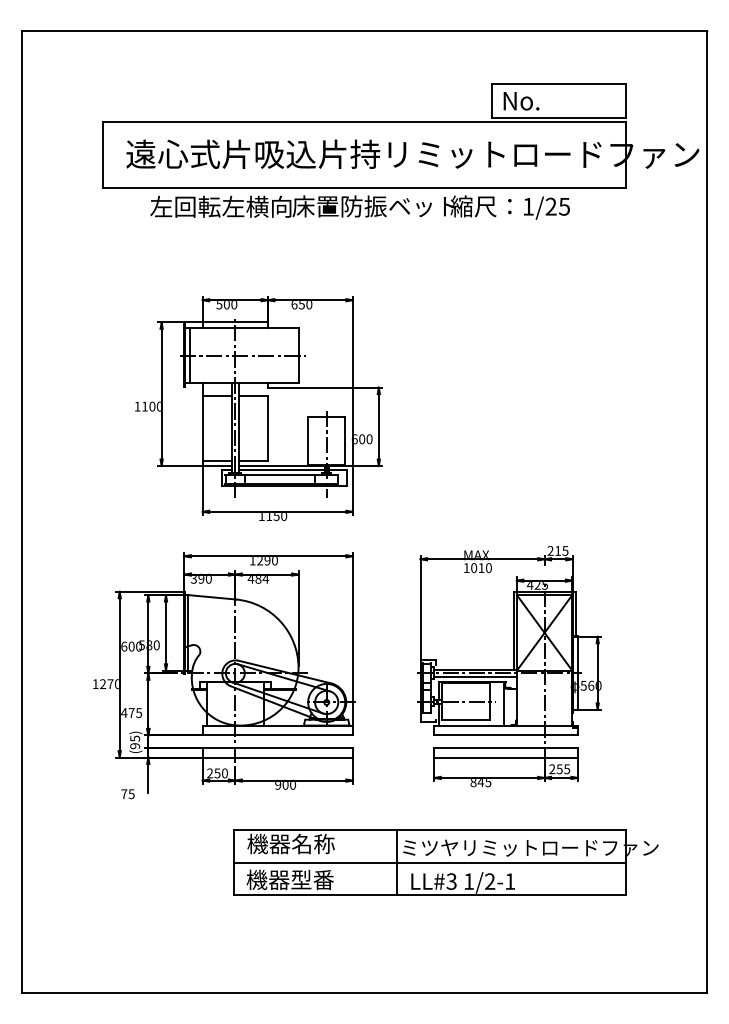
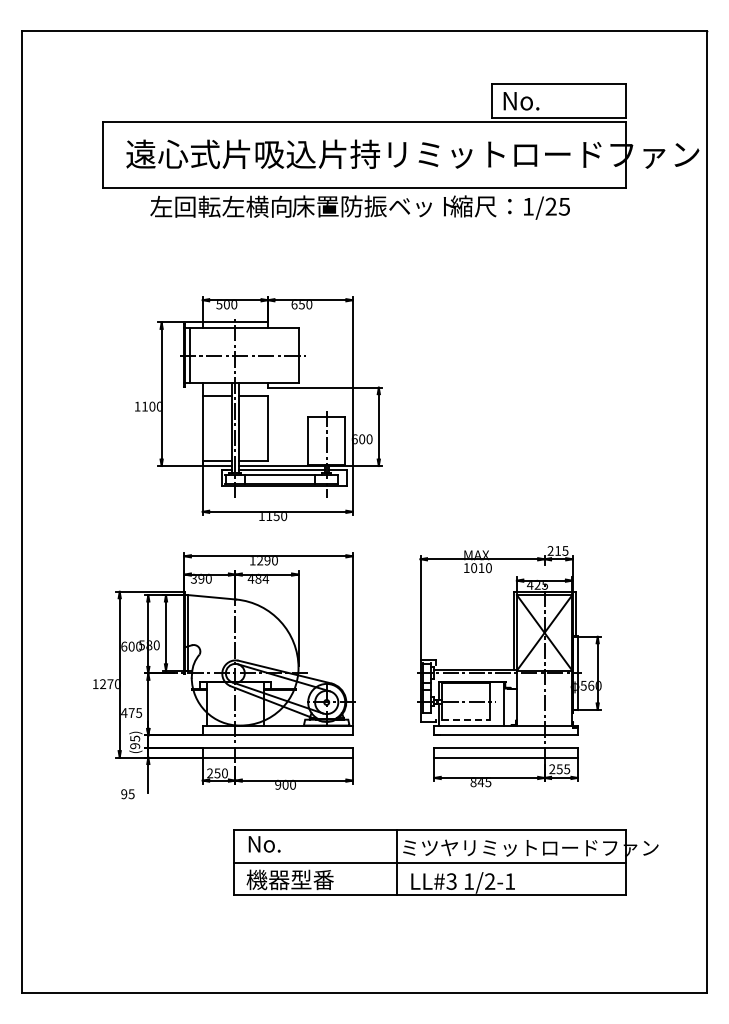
line at (475, 676): present -> none
line at (465, 720): solid -> dashed
text at (124, 794): 75 -> 95
text at (290, 843): 機器名称 -> No.
